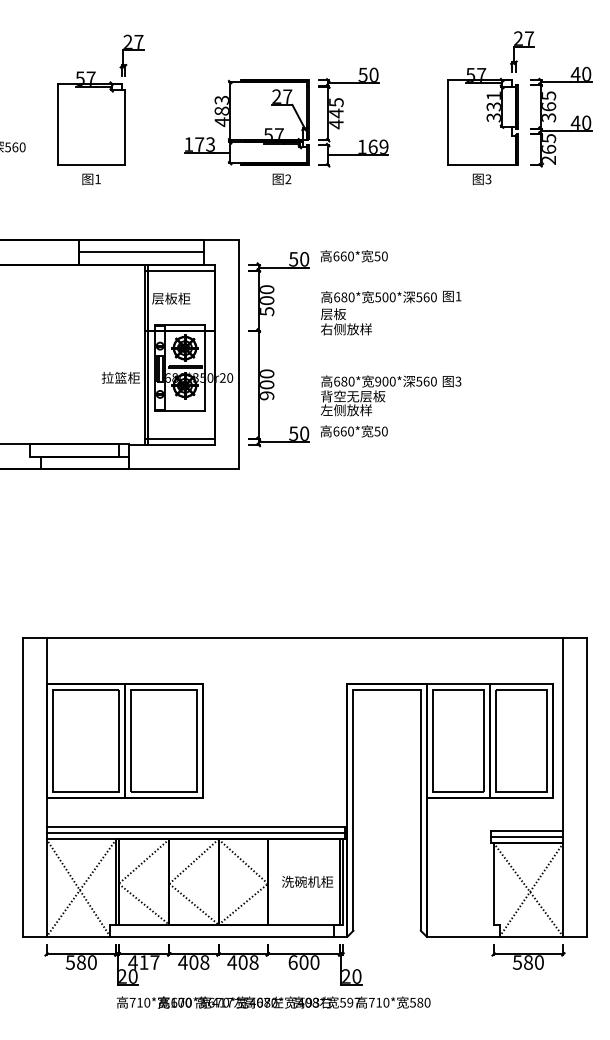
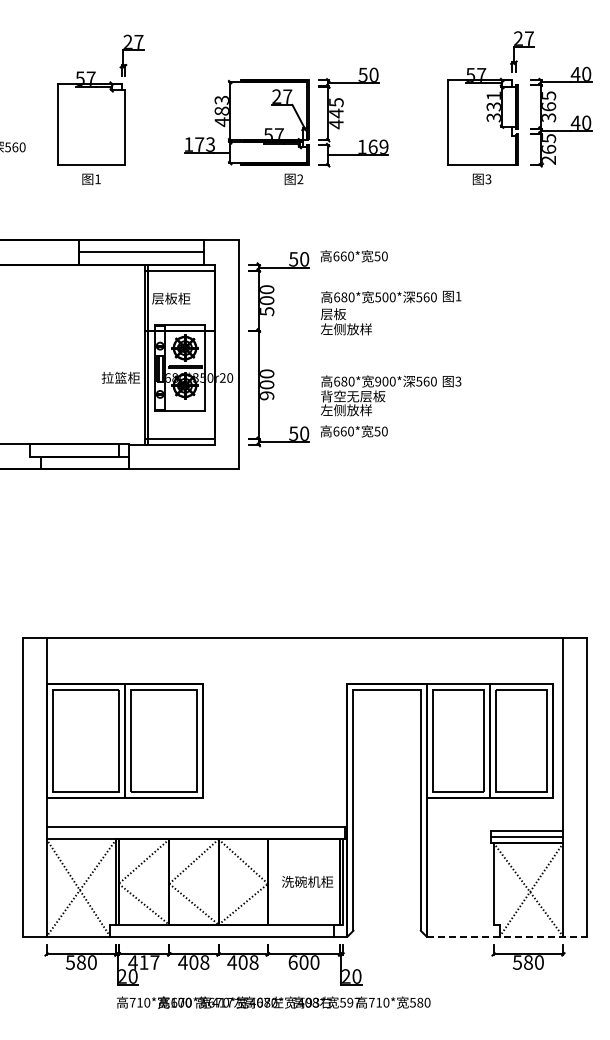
text at (281, 179) position: (281, 179) -> (293, 179)
text at (326, 329): 右侧放样 -> 左侧放样
line at (195, 833): present -> none
line at (507, 936): solid -> dashed
